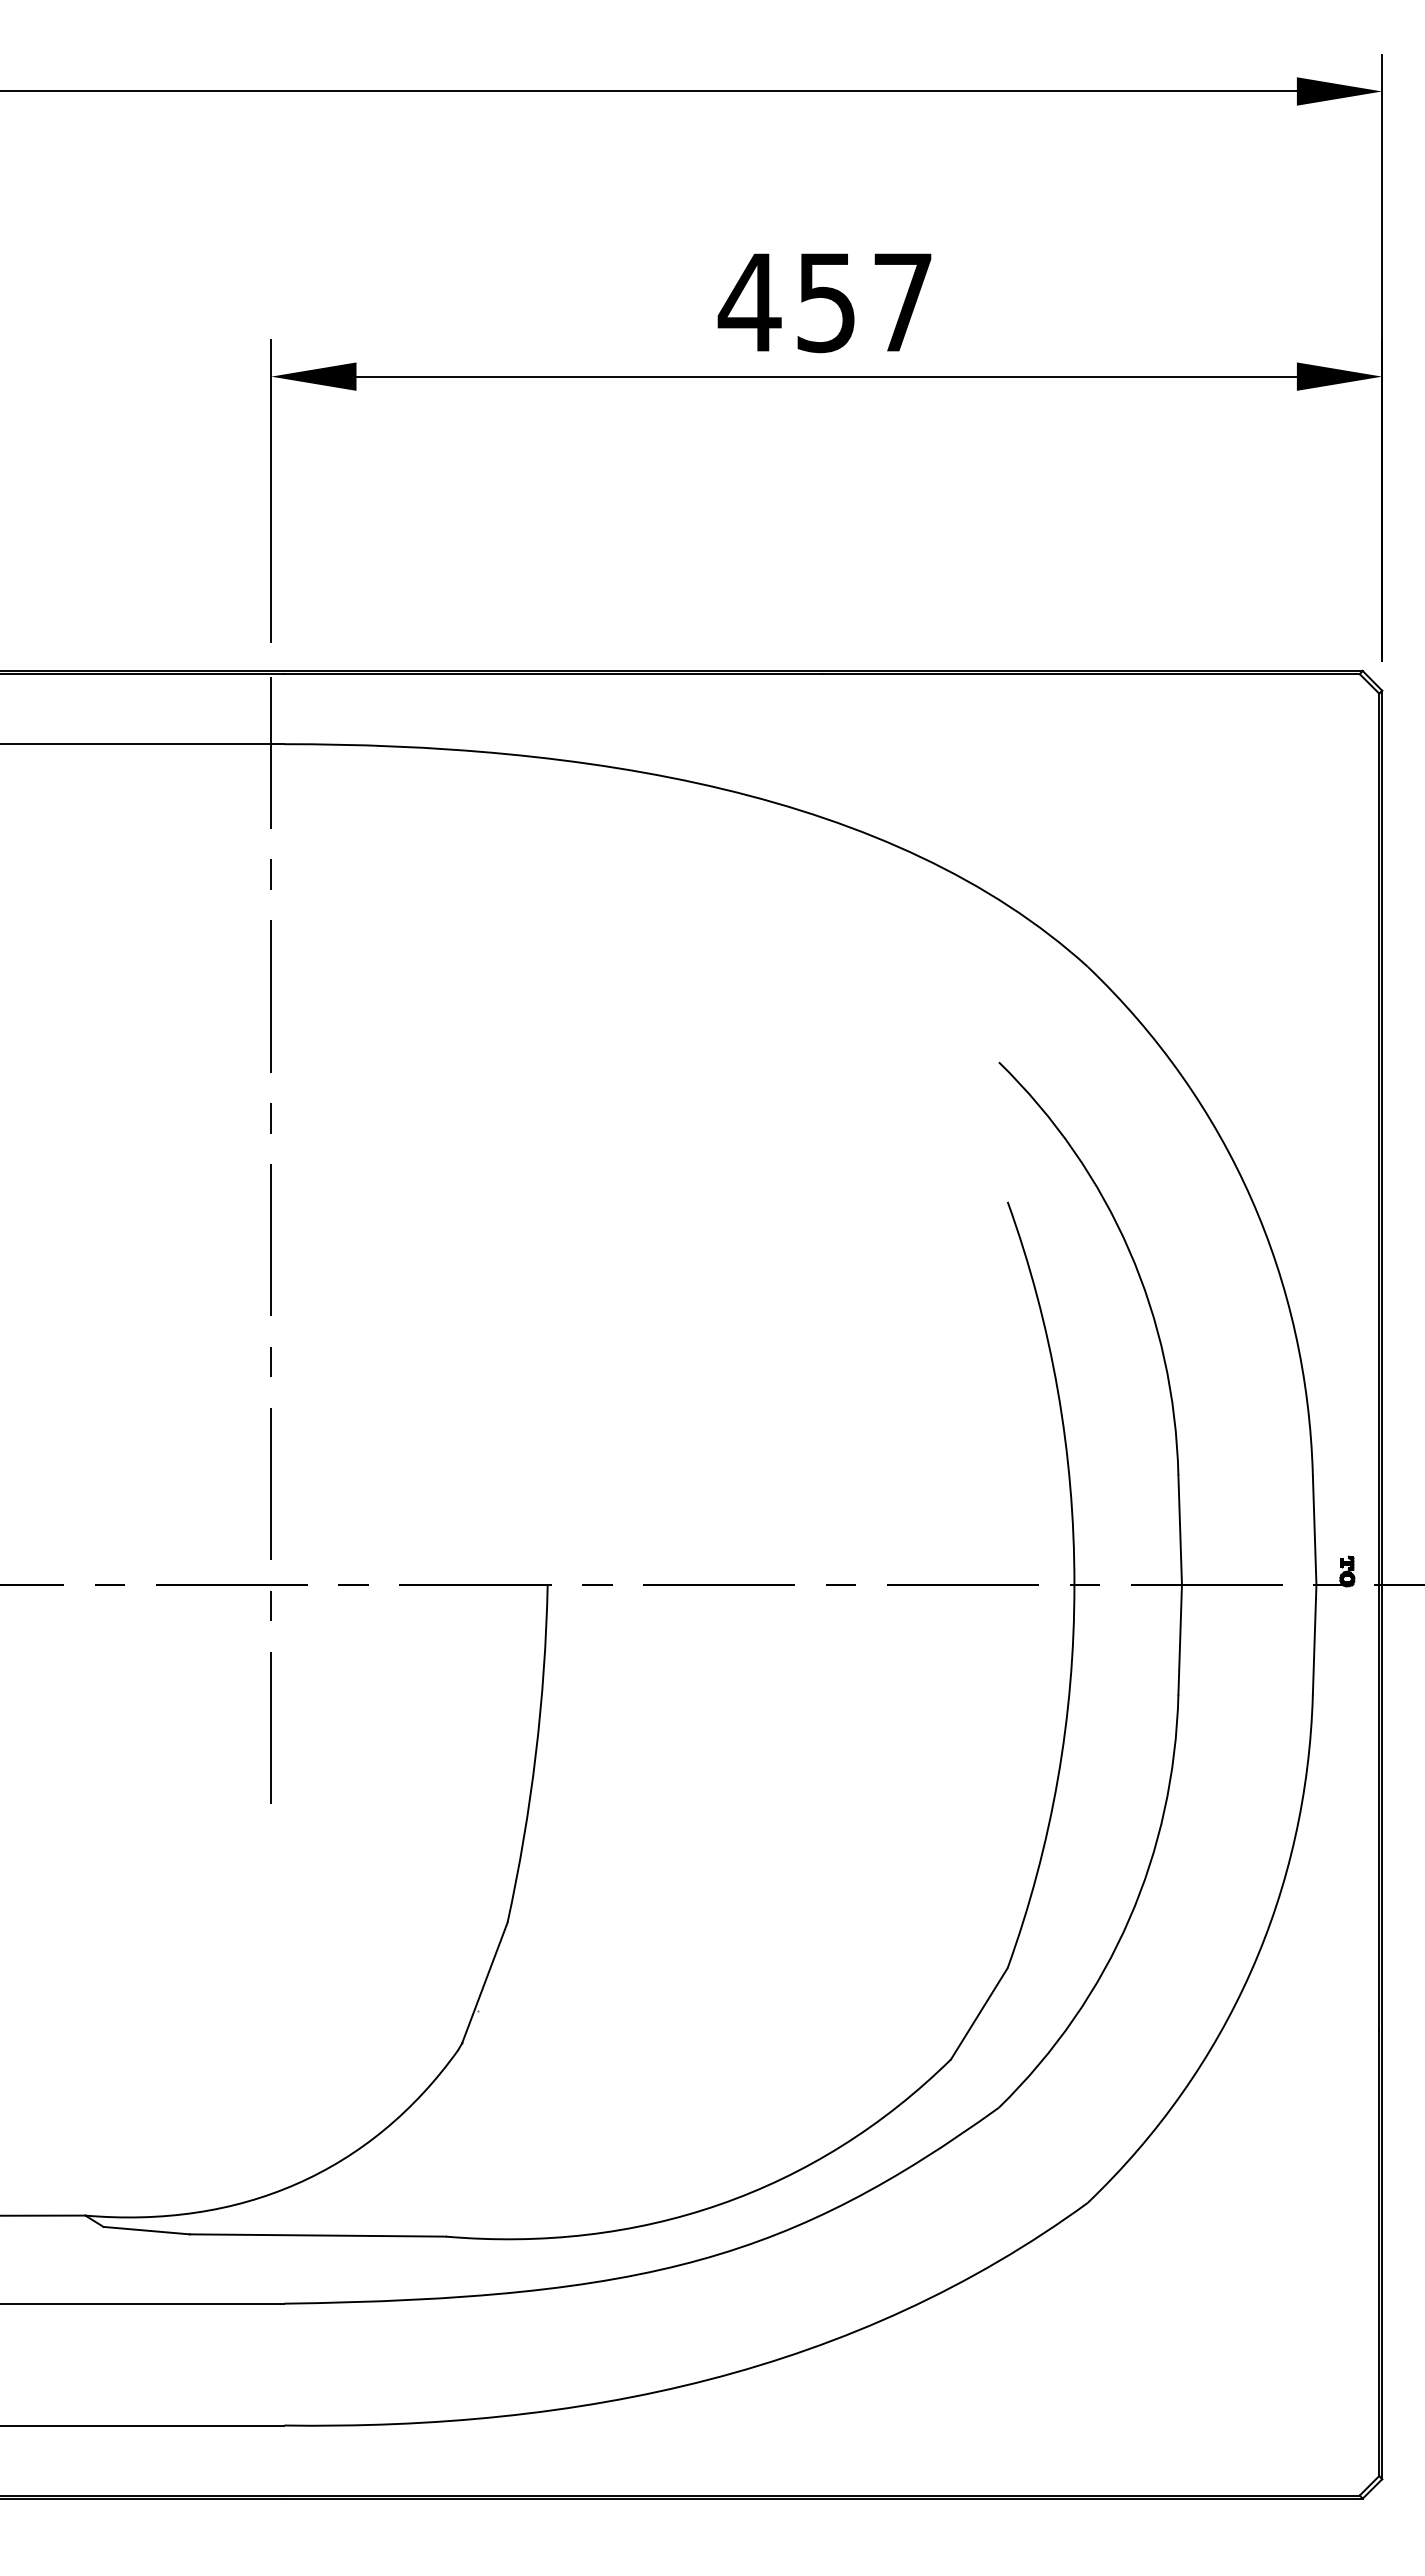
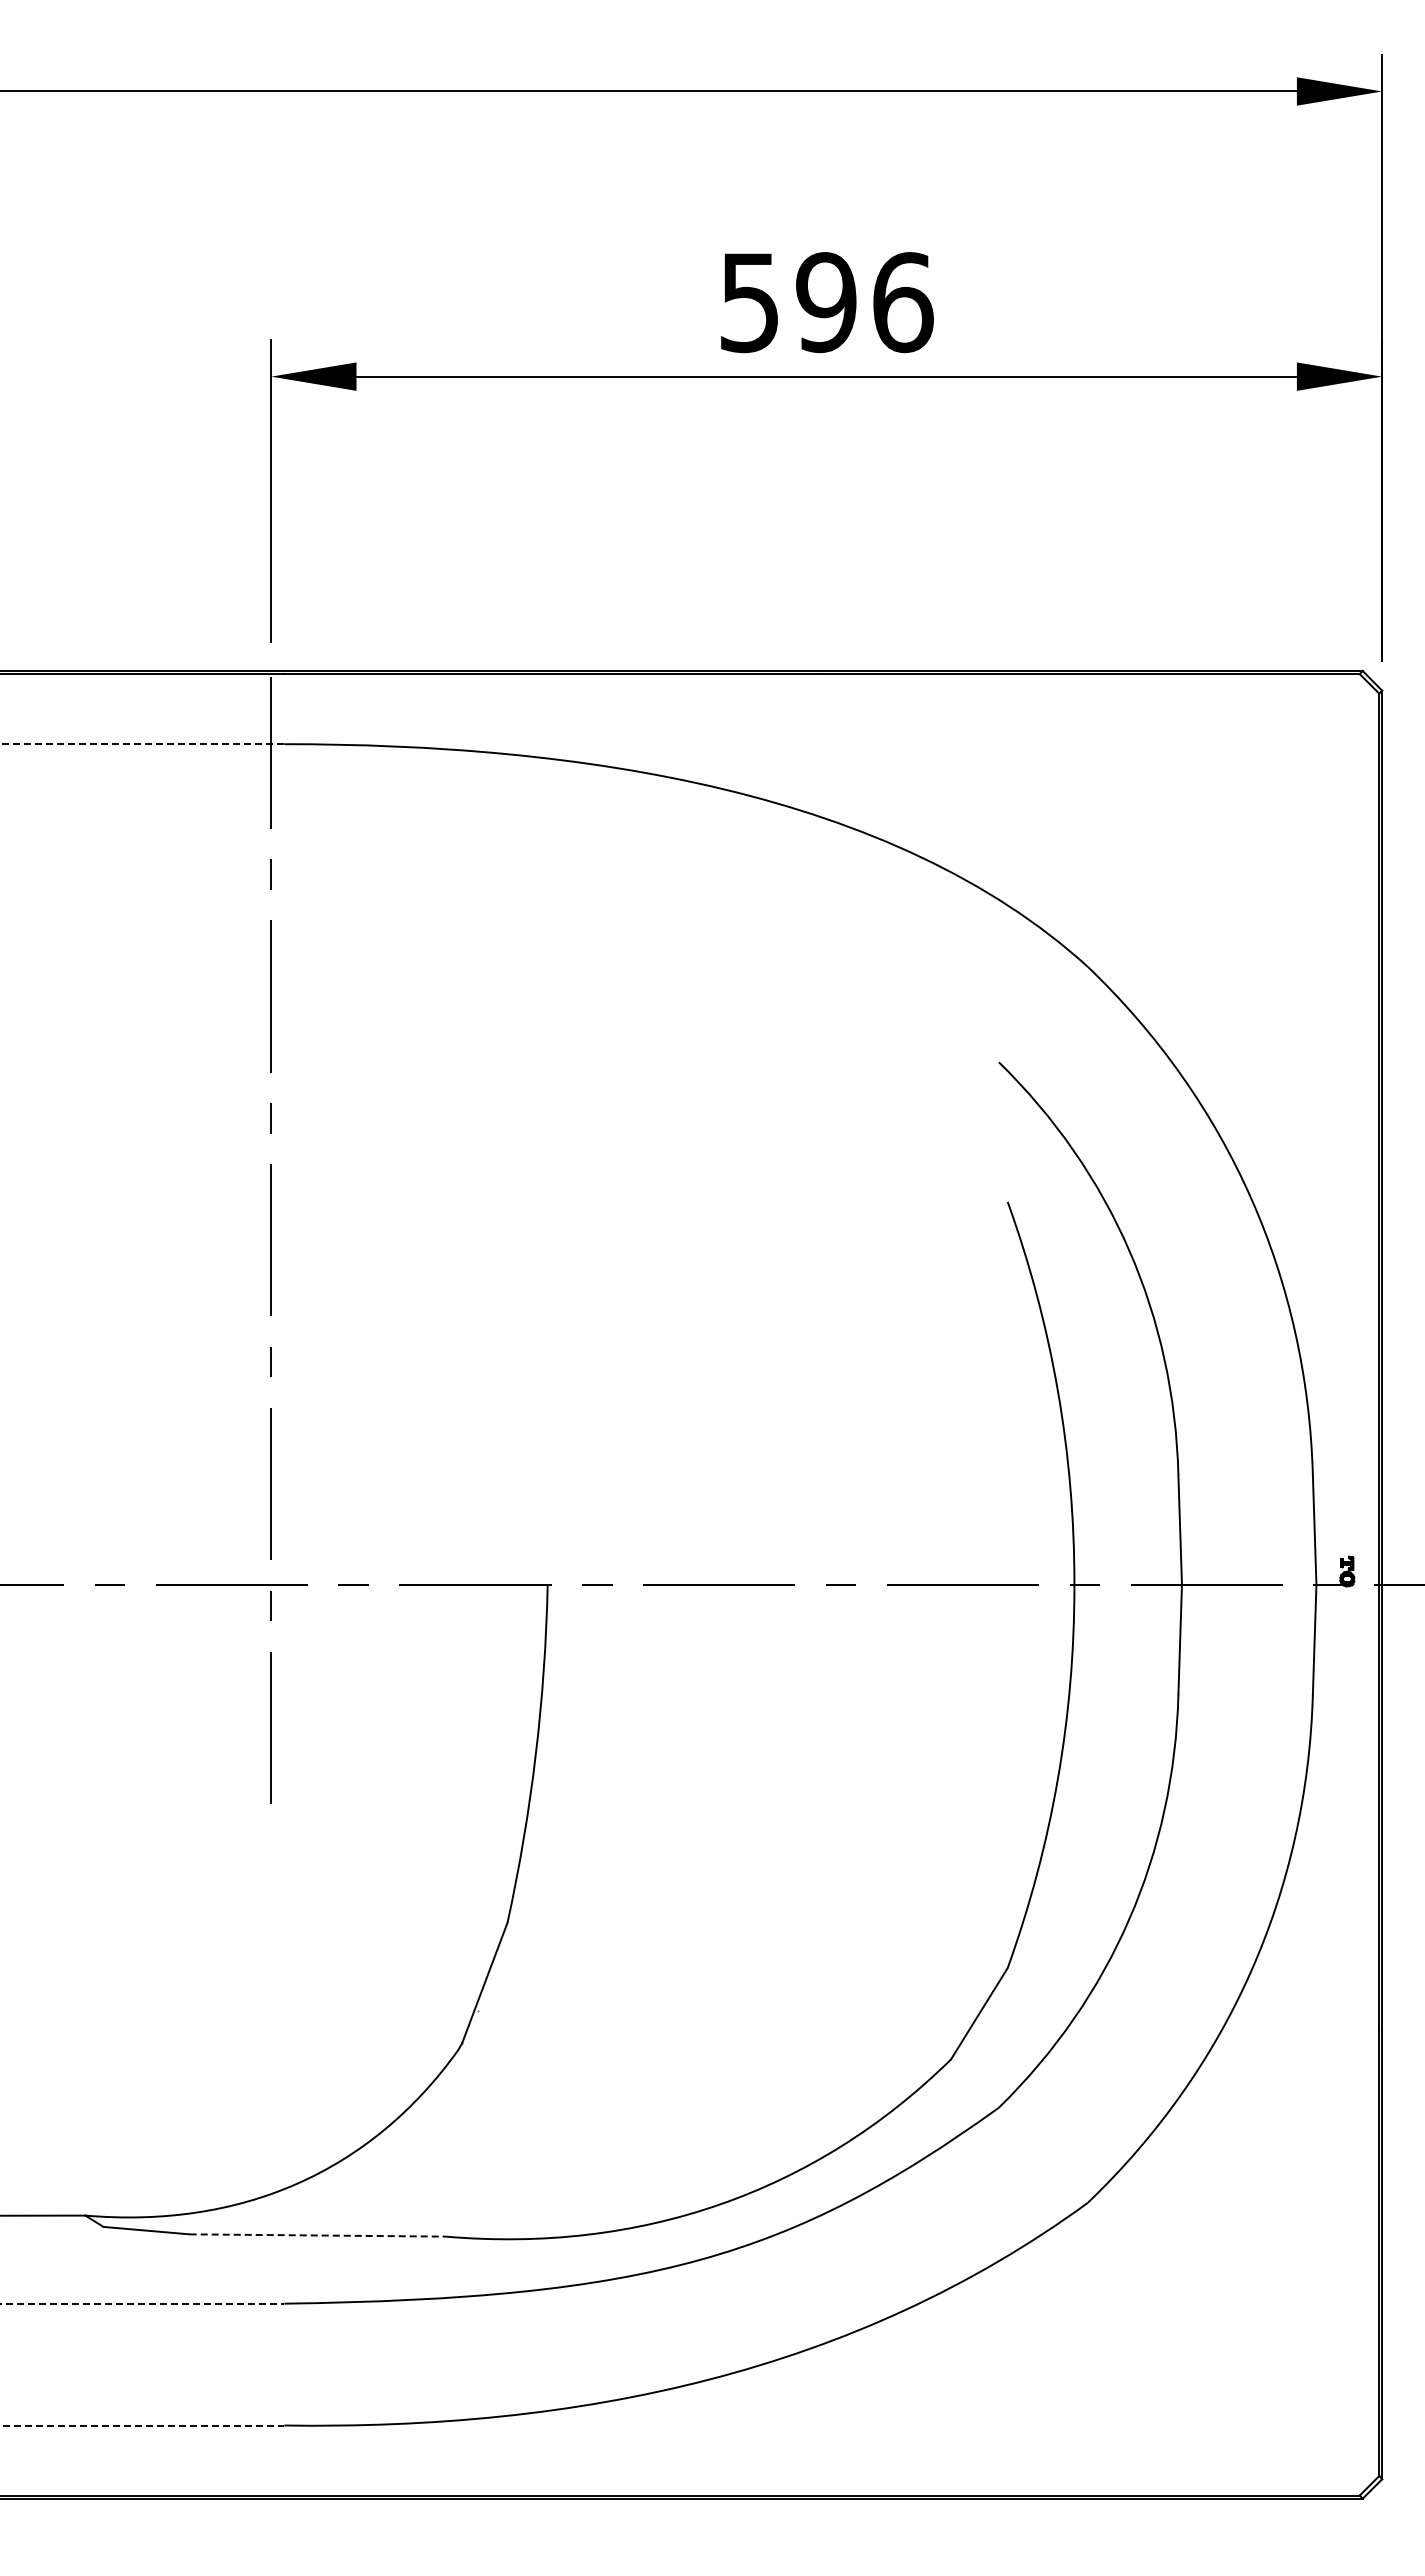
text at (825, 302): 457 -> 596
line at (142, 744): solid -> dashed
line at (318, 2235): solid -> dashed
line at (142, 2303): solid -> dashed
line at (142, 2425): solid -> dashed
